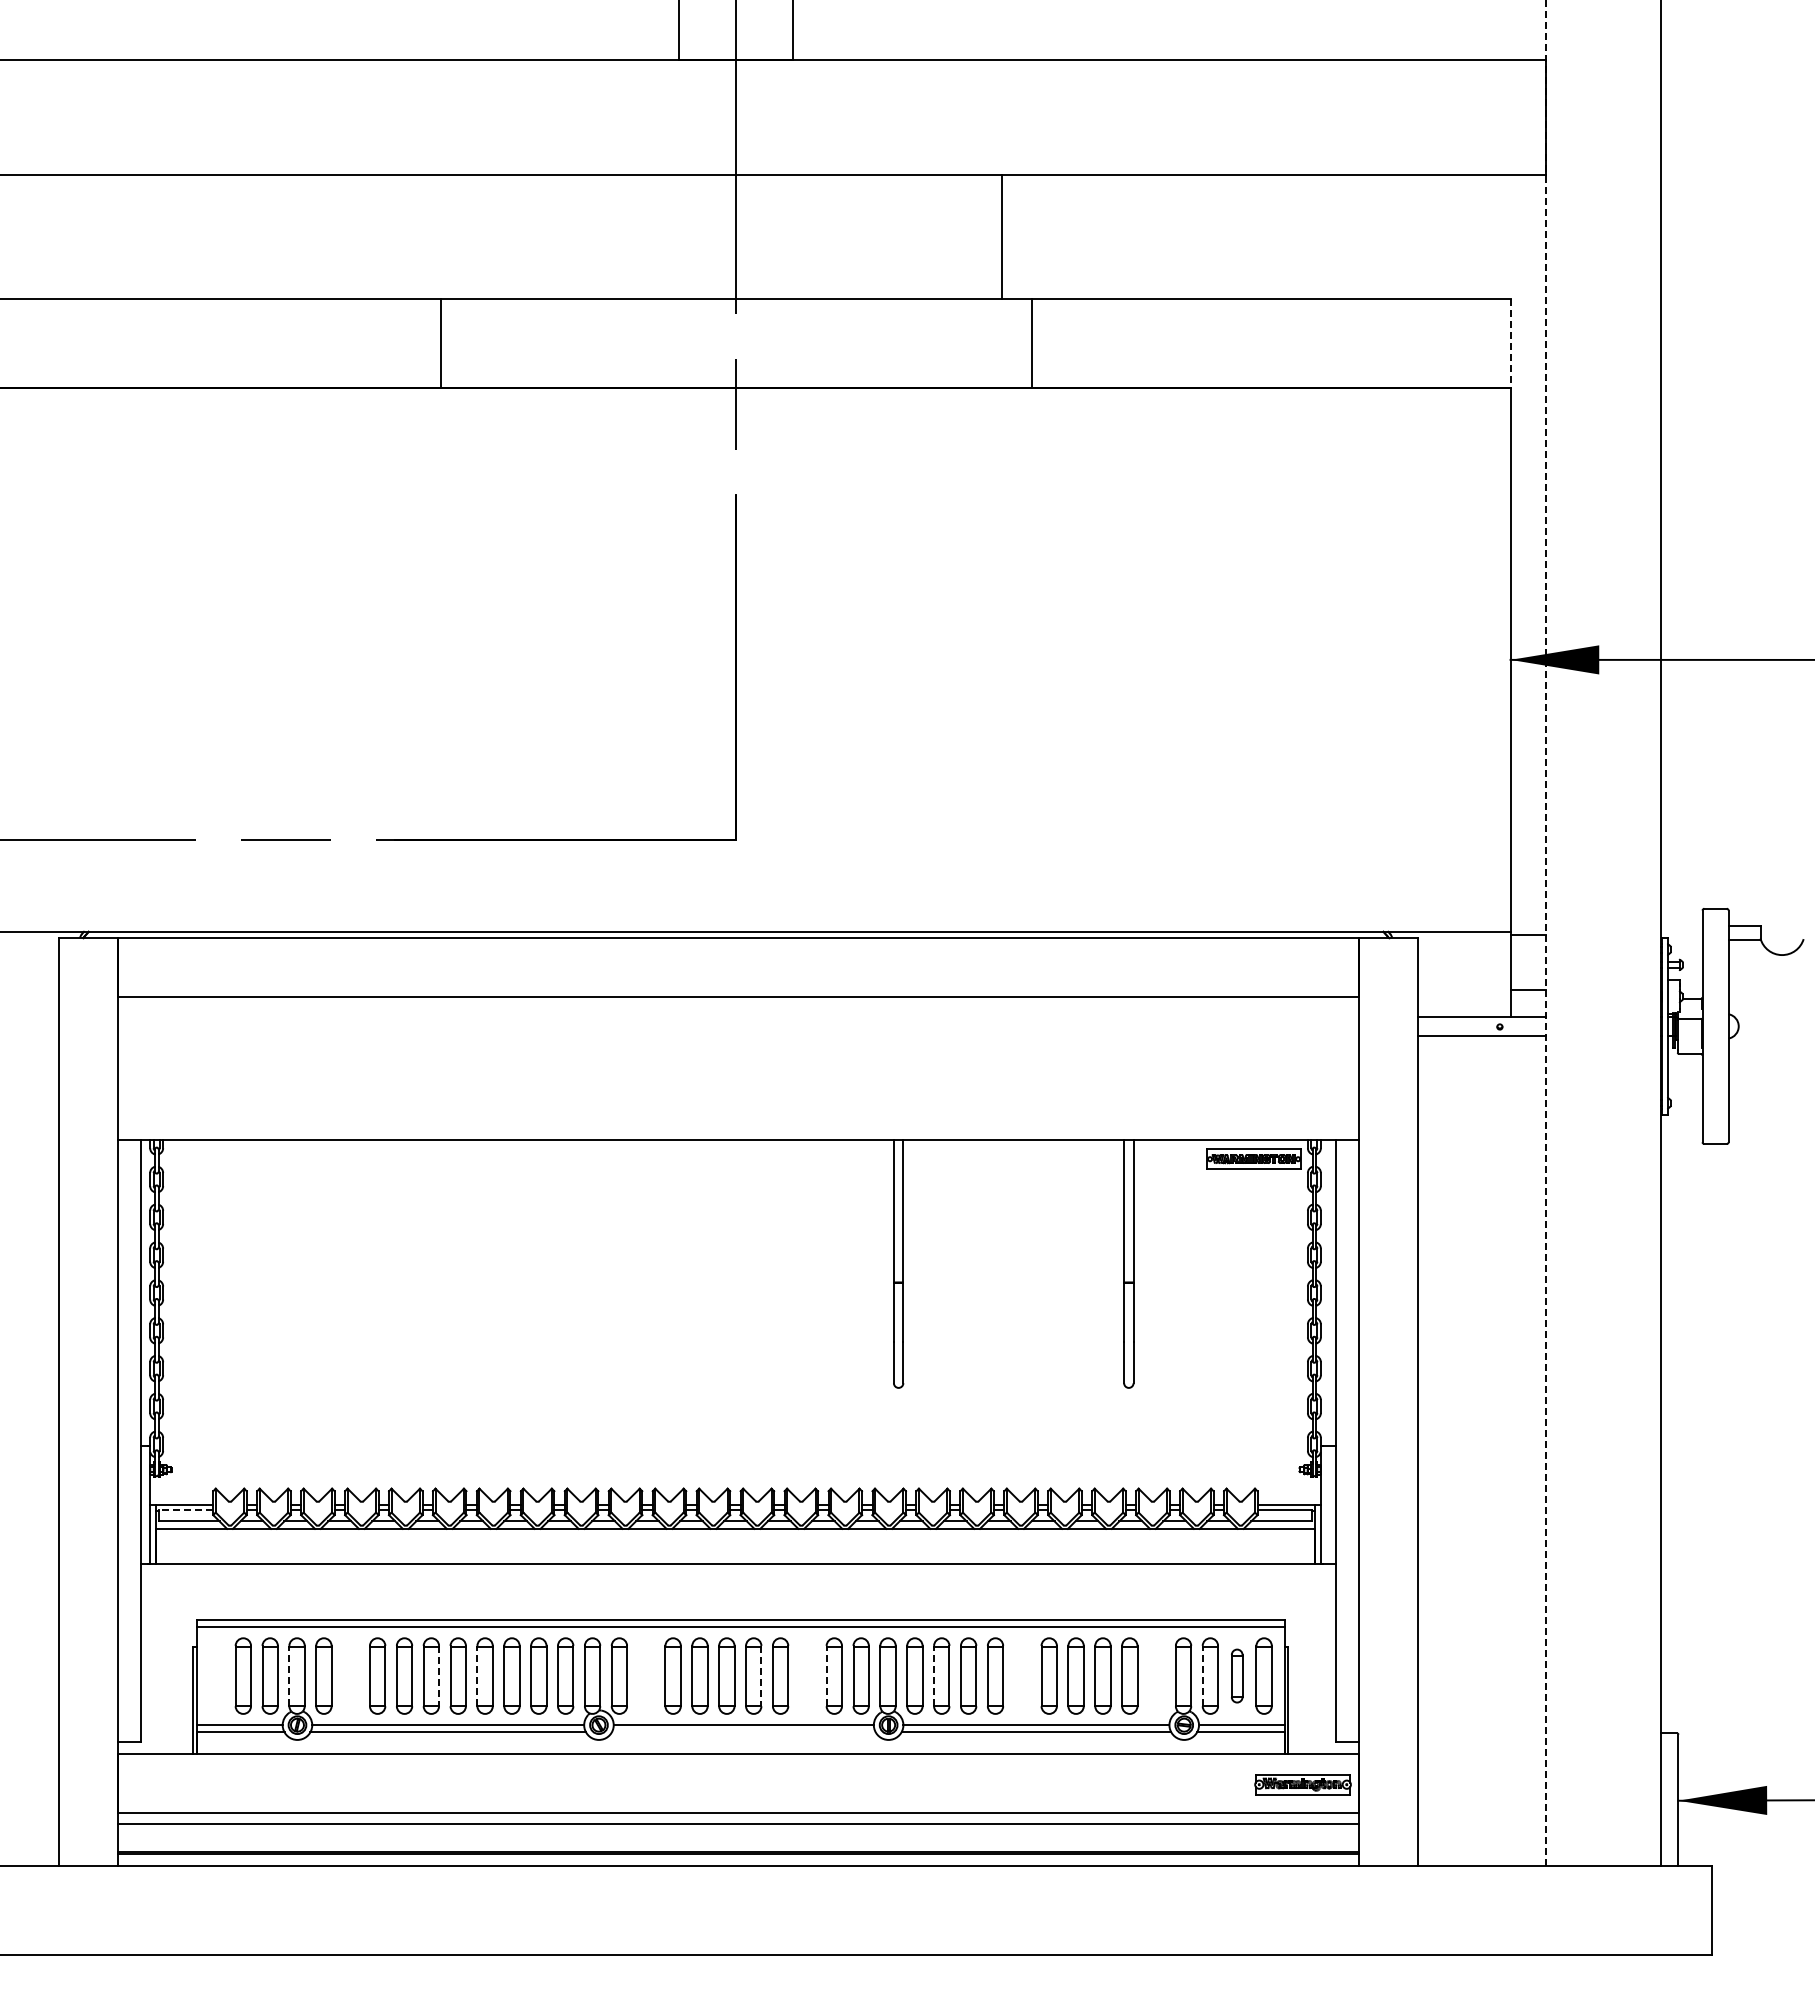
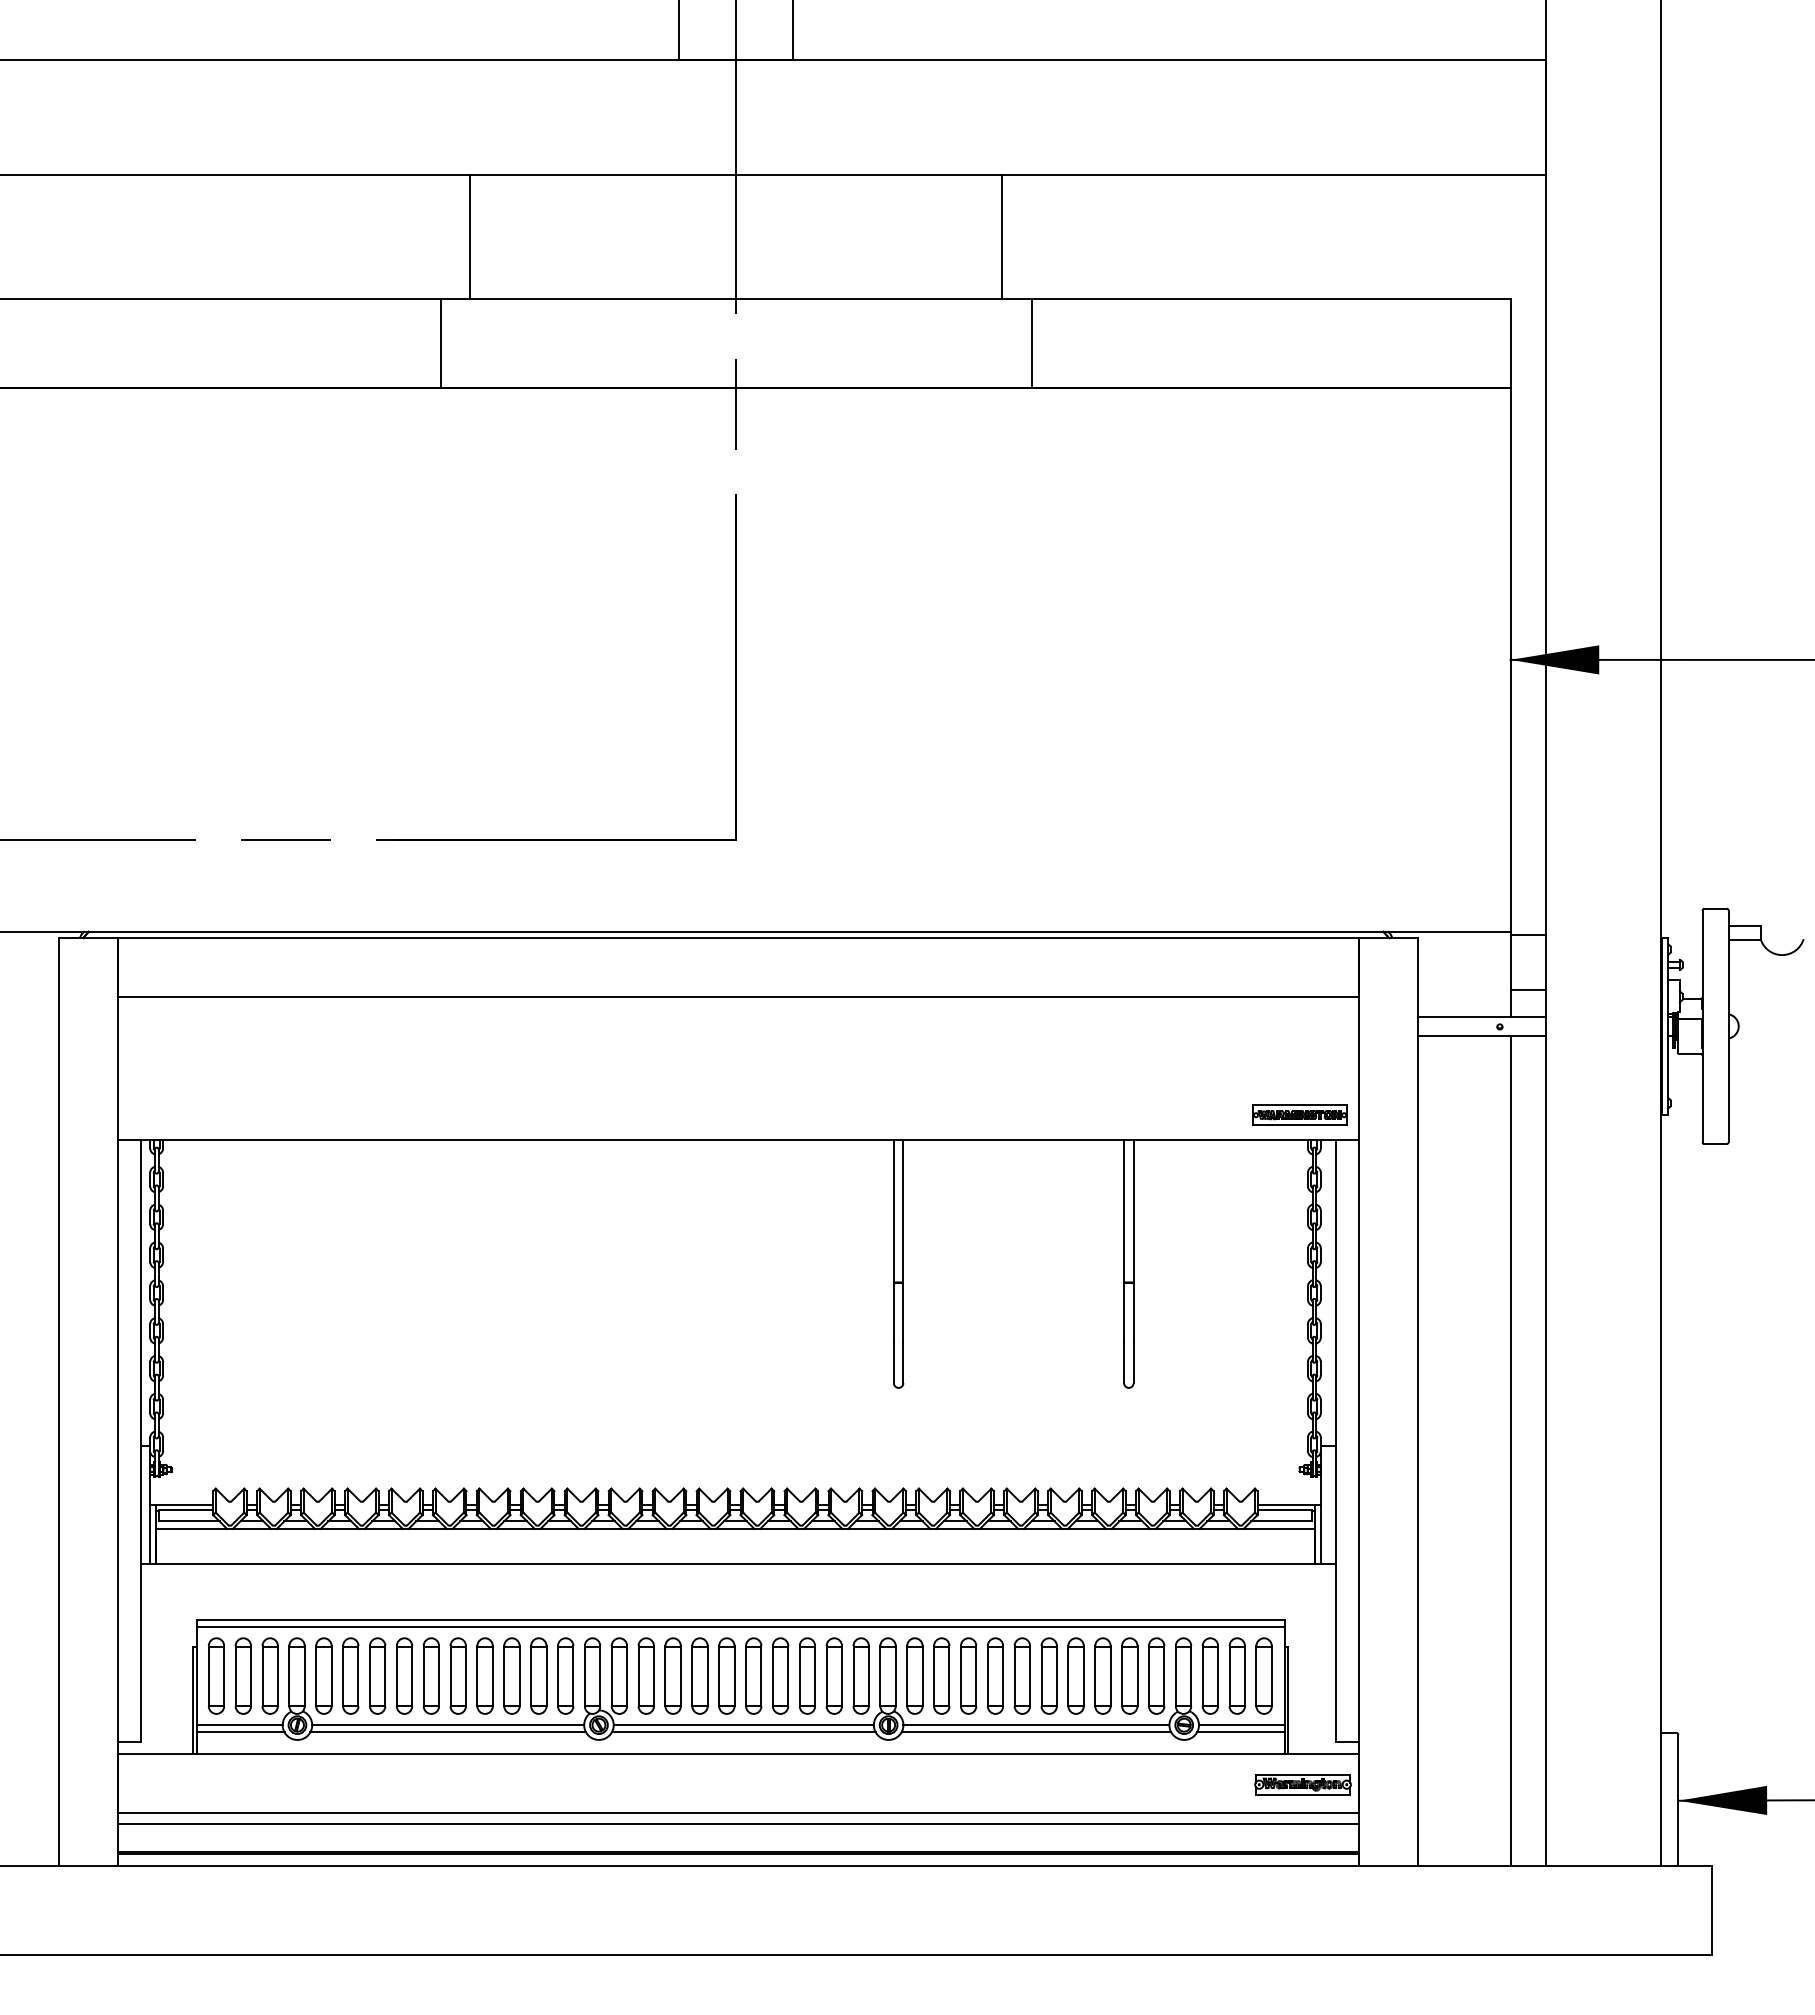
line at (470, 237): none -> present
line at (1510, 344): dashed -> solid
line at (1546, 932): dashed -> solid
part at (1253, 1158) position: (1253, 1158) -> (1299, 1114)
line at (1510, 1450): none -> present
line at (185, 1509): dashed -> solid
part at (216, 1675): none -> present
line at (289, 1675): dashed -> solid
part at (350, 1675): none -> present
line at (477, 1675): dashed -> solid
part at (645, 1675): none -> present
part at (806, 1675): none -> present
line at (826, 1675): dashed -> solid
line at (934, 1675): dashed -> solid
part at (1021, 1675): none -> present
part at (1156, 1675): none -> present
line at (1202, 1675): dashed -> solid
part at (1237, 1675) size: 13x56 px -> 18x78 px
line at (439, 1676): dashed -> solid
line at (761, 1676): dashed -> solid
line at (743, 1732): none -> present
